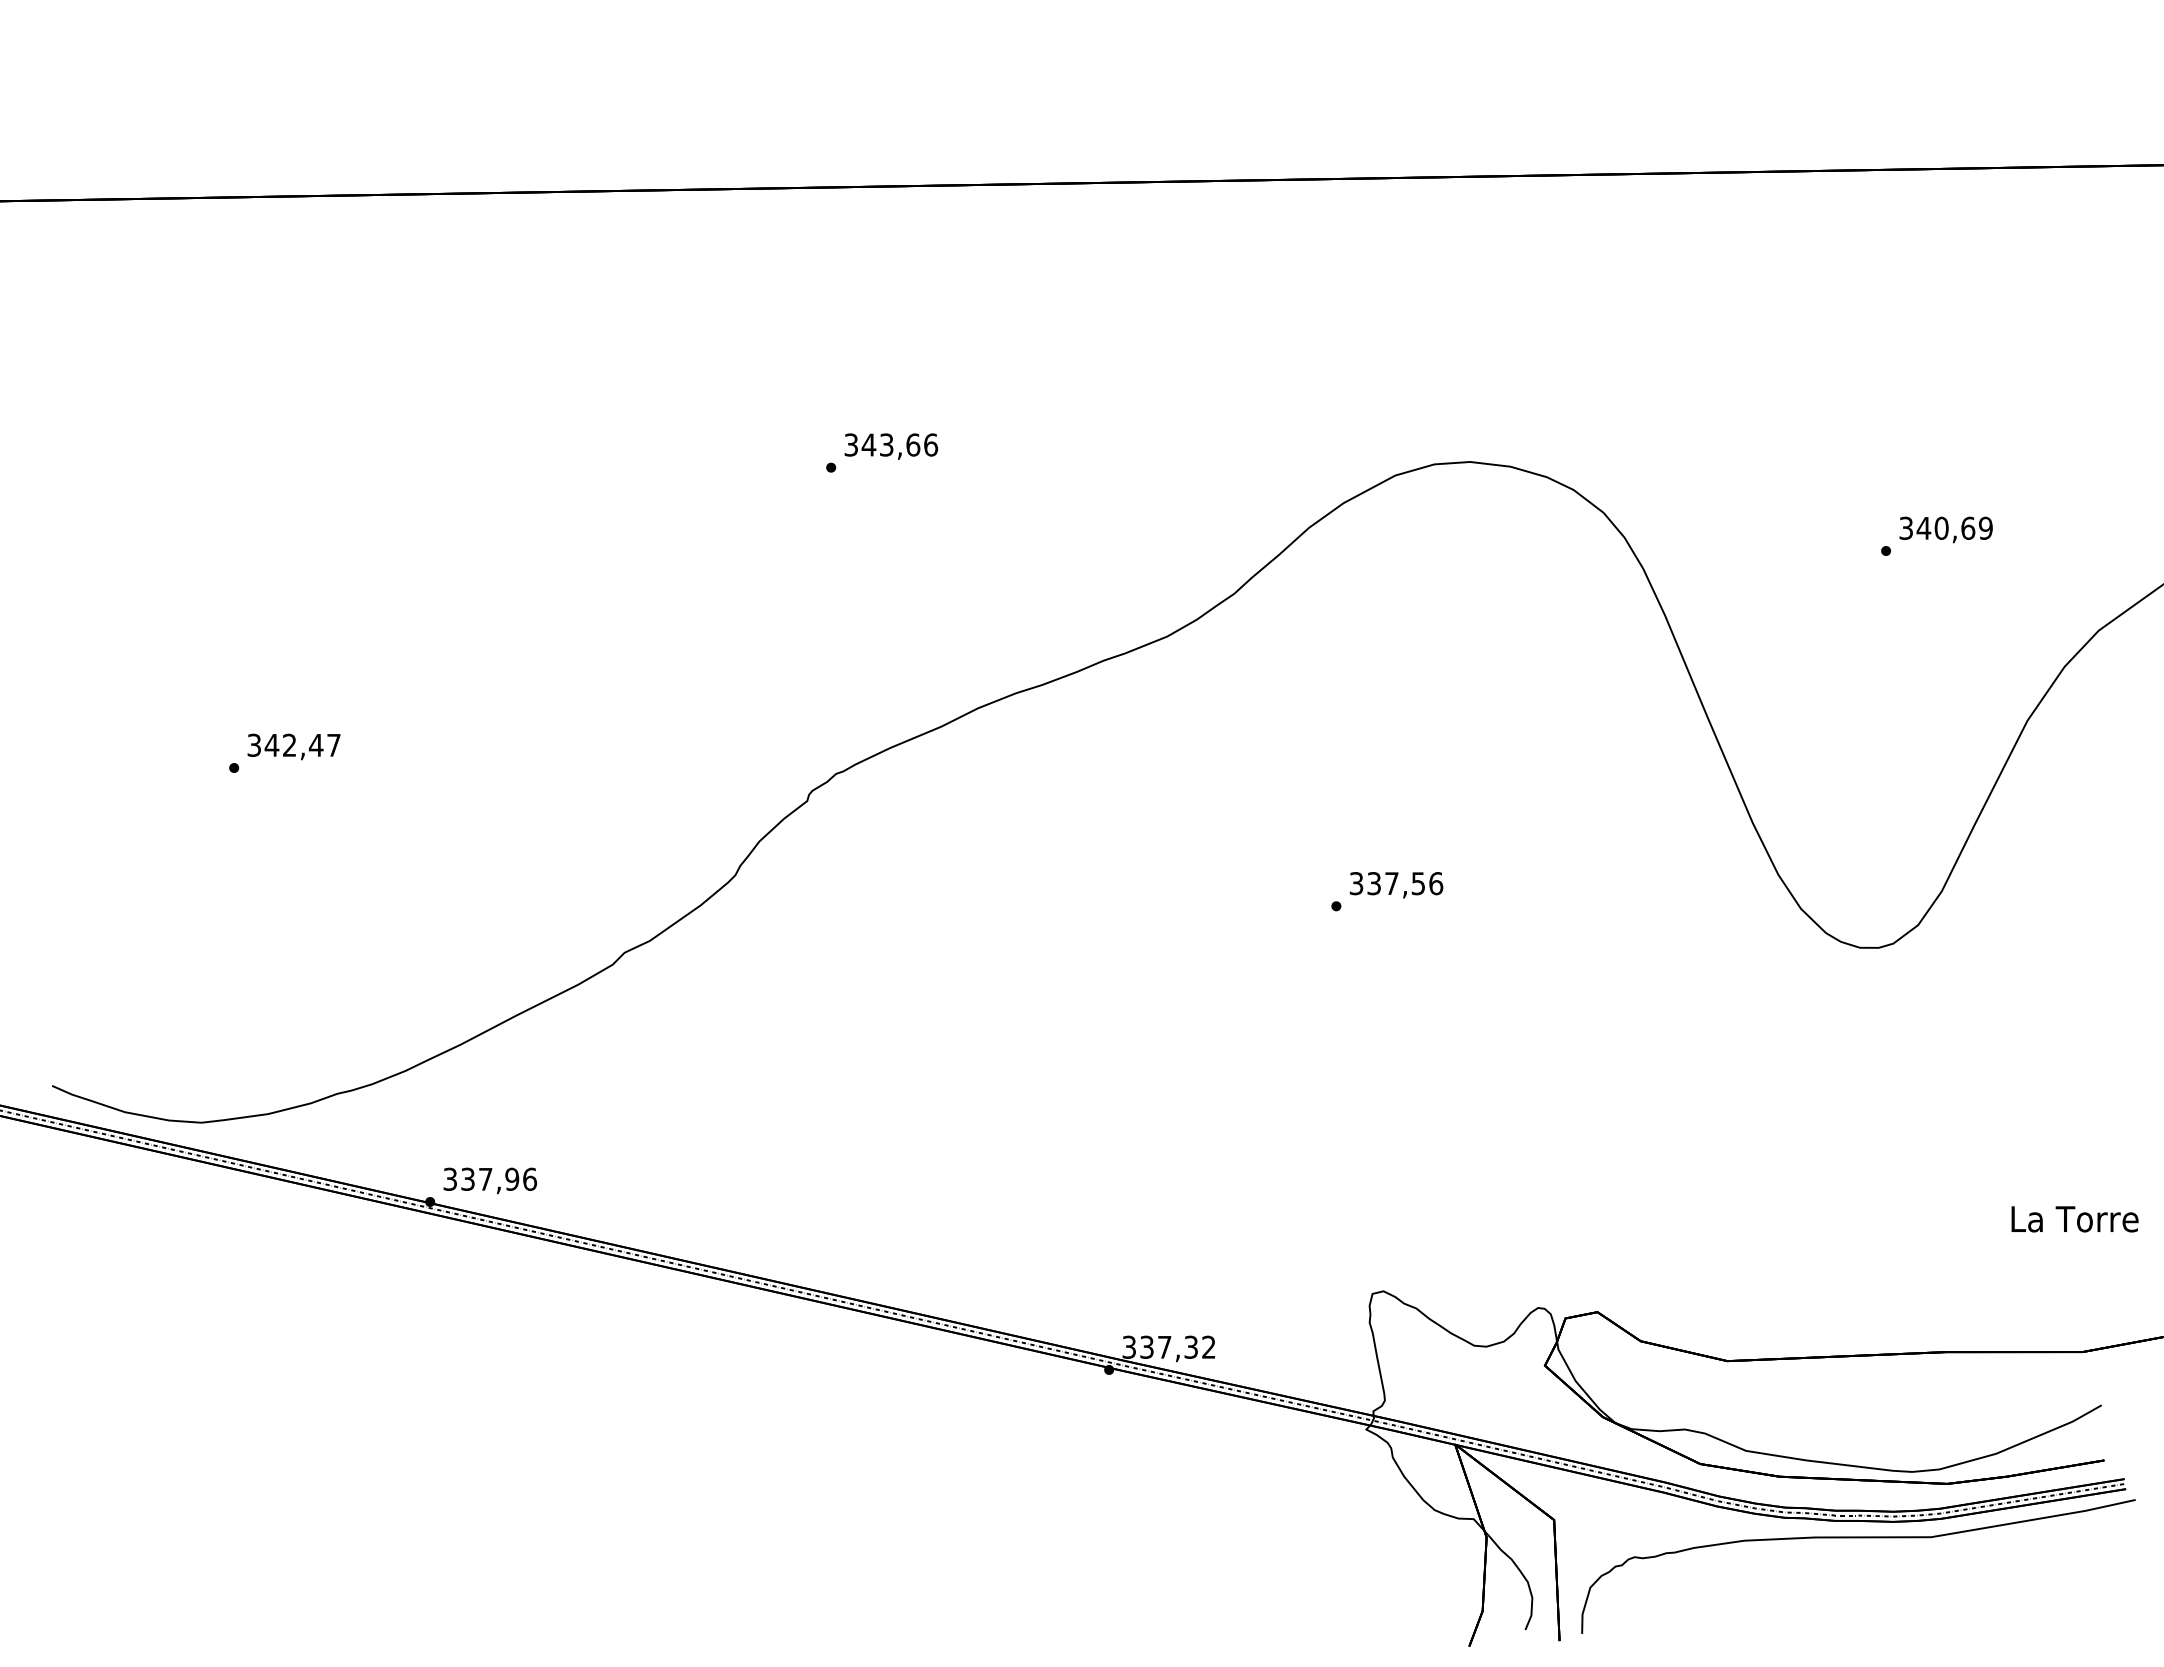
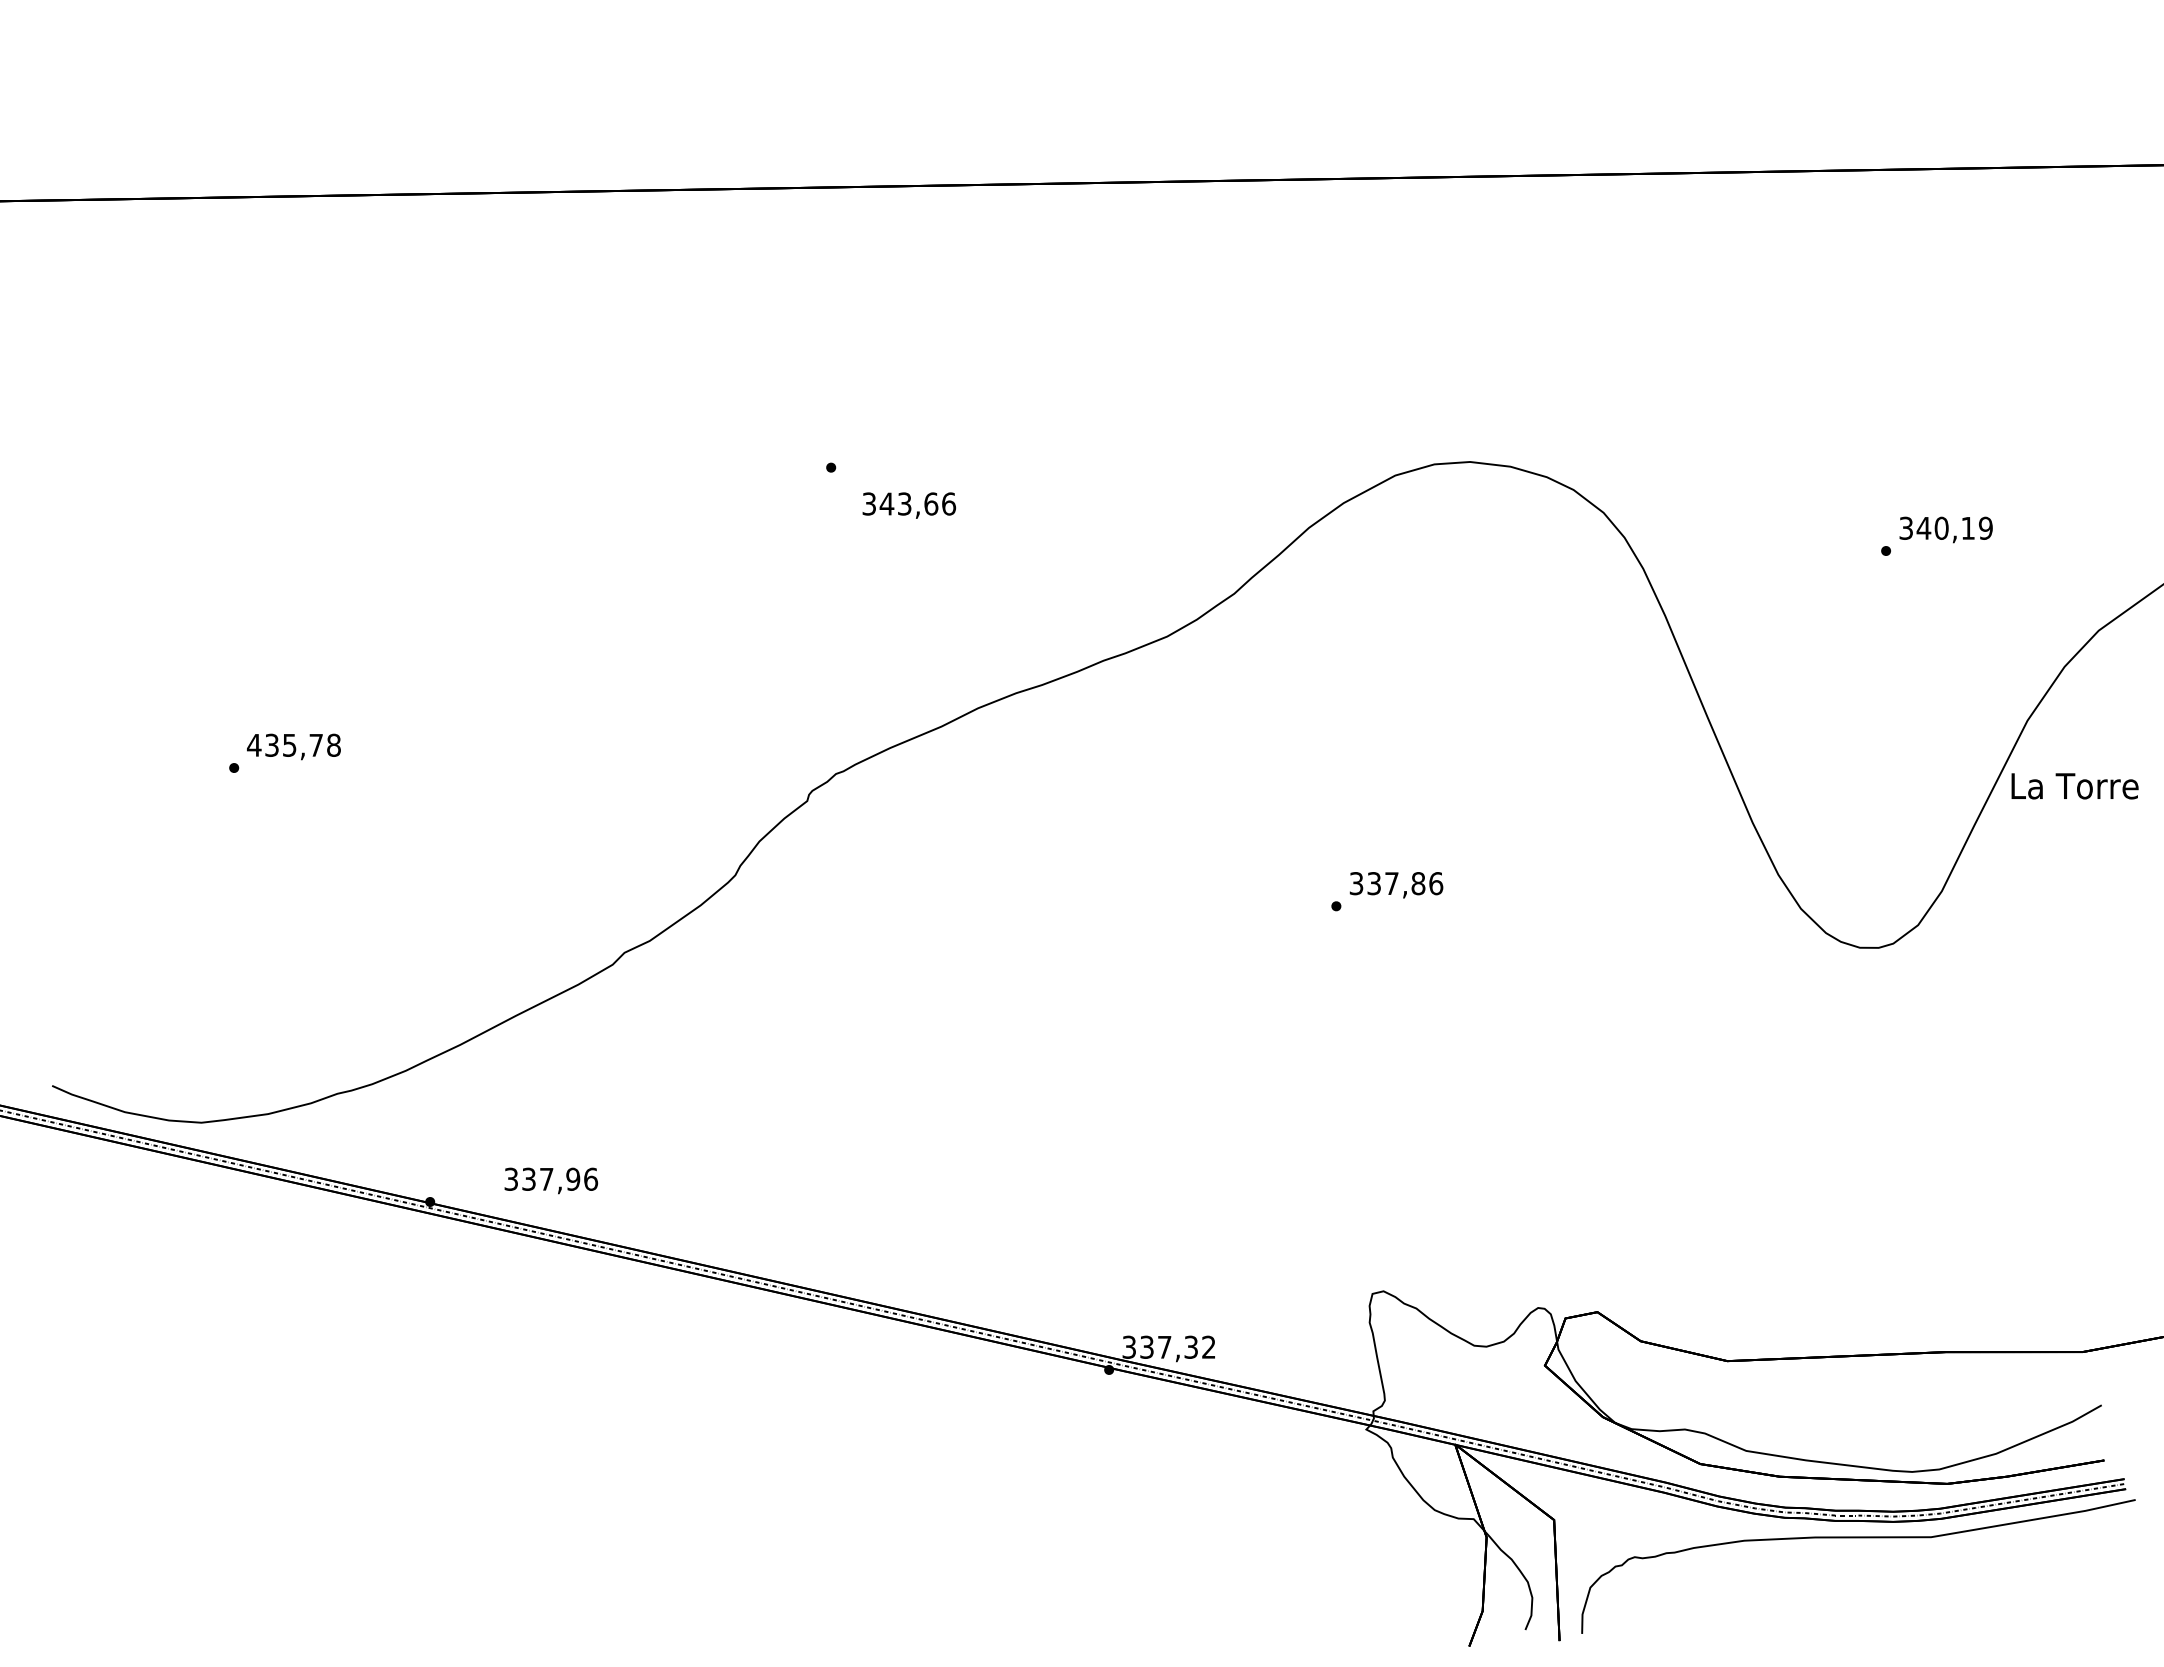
text at (890, 446) position: (890, 446) -> (908, 505)
text at (1968, 527): 340,69 -> 340,19
text at (293, 744): 342,47 -> 435,78
text at (1418, 883): 337,56 -> 337,86
text at (490, 1180) position: (490, 1180) -> (551, 1180)
text at (2074, 1219) position: (2074, 1219) -> (2074, 786)
